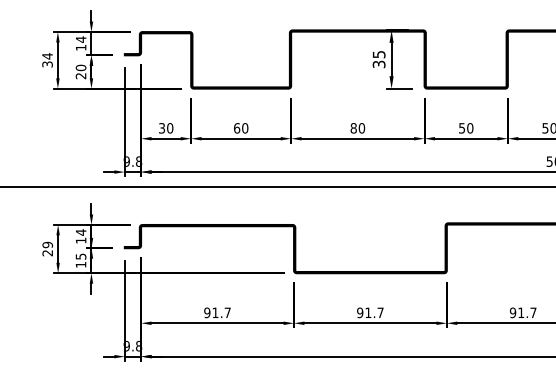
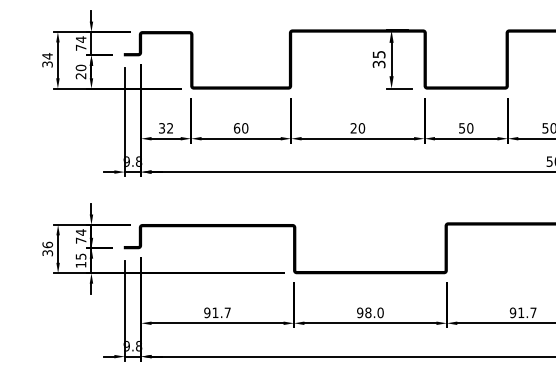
text at (81, 47): 14 -> 74
text at (170, 128): 30 -> 32
text at (353, 128): 80 -> 20
line at (277, 186): present -> none
text at (81, 240): 14 -> 74
text at (47, 248): 29 -> 36
text at (374, 312): 91.7 -> 98.0
